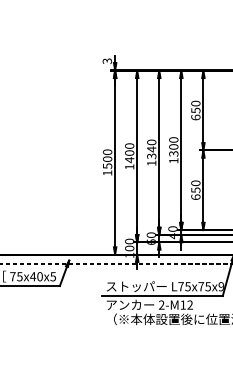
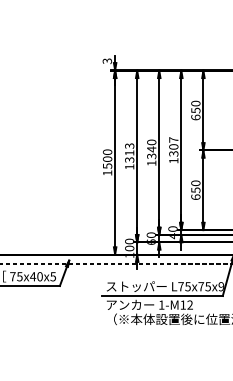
text at (173, 139): 1300 -> 1307
text at (129, 153): 1400 -> 1313
text at (161, 304): 2-M12 -> 1-M12
